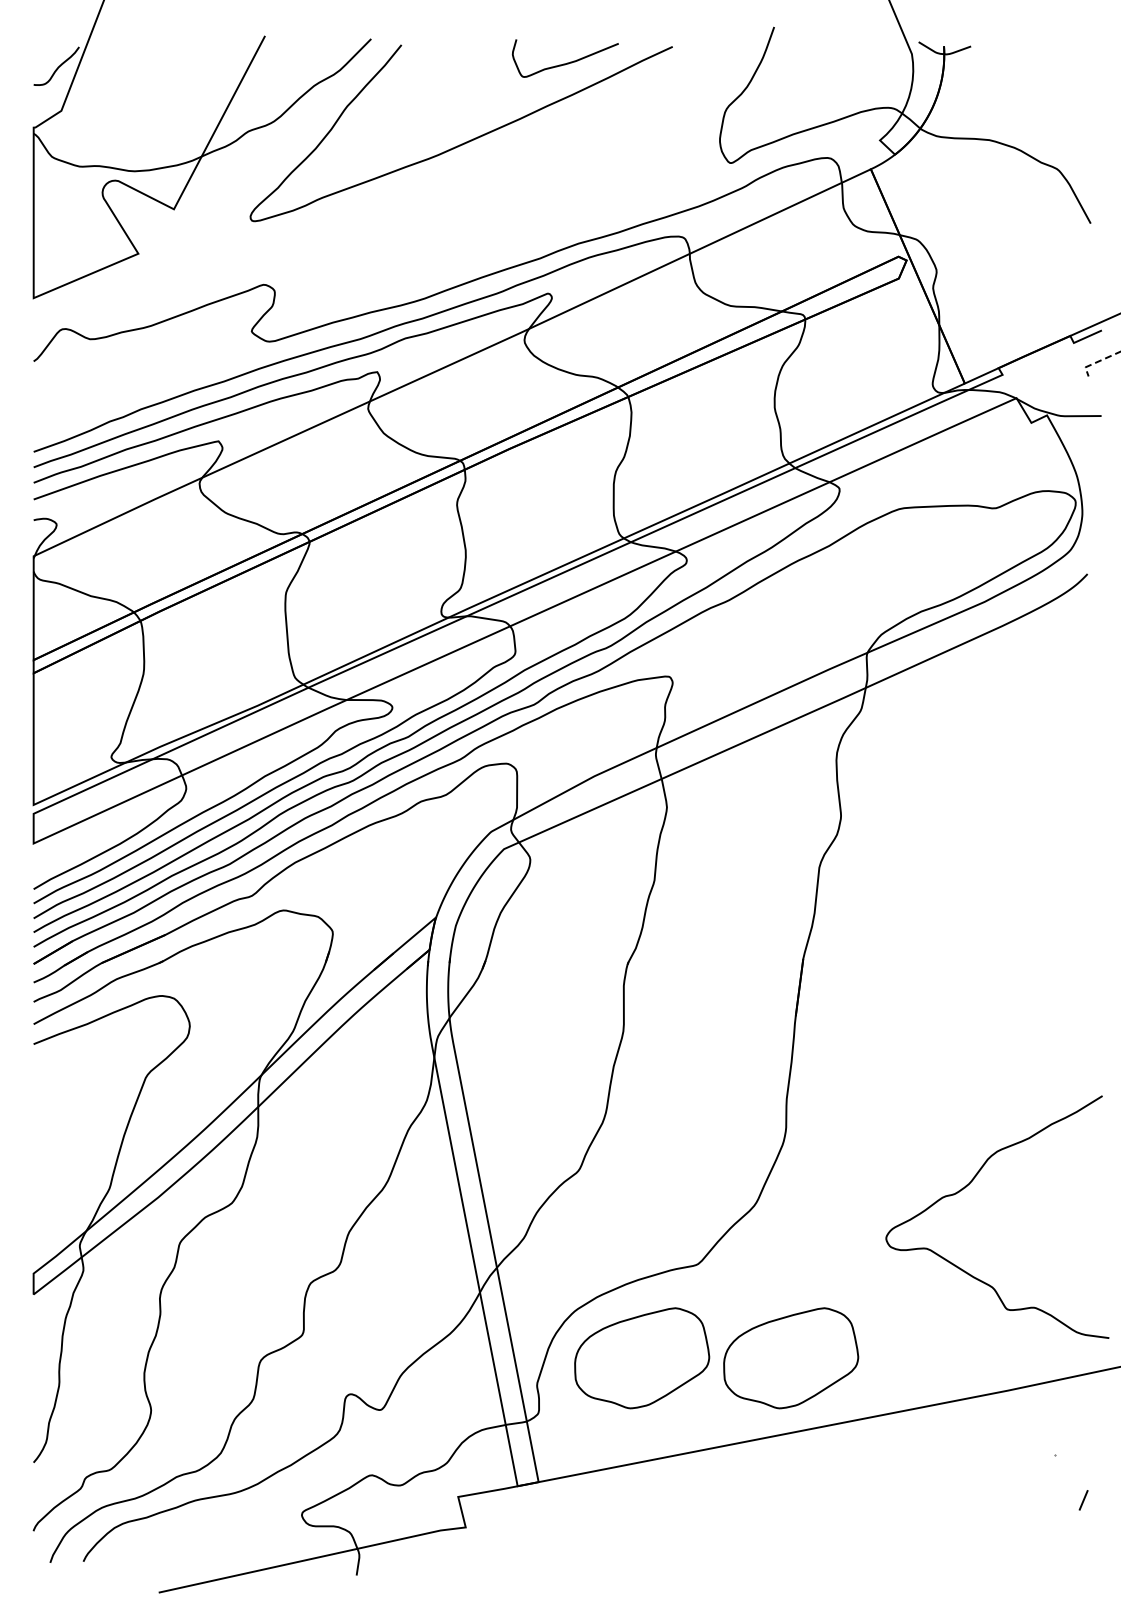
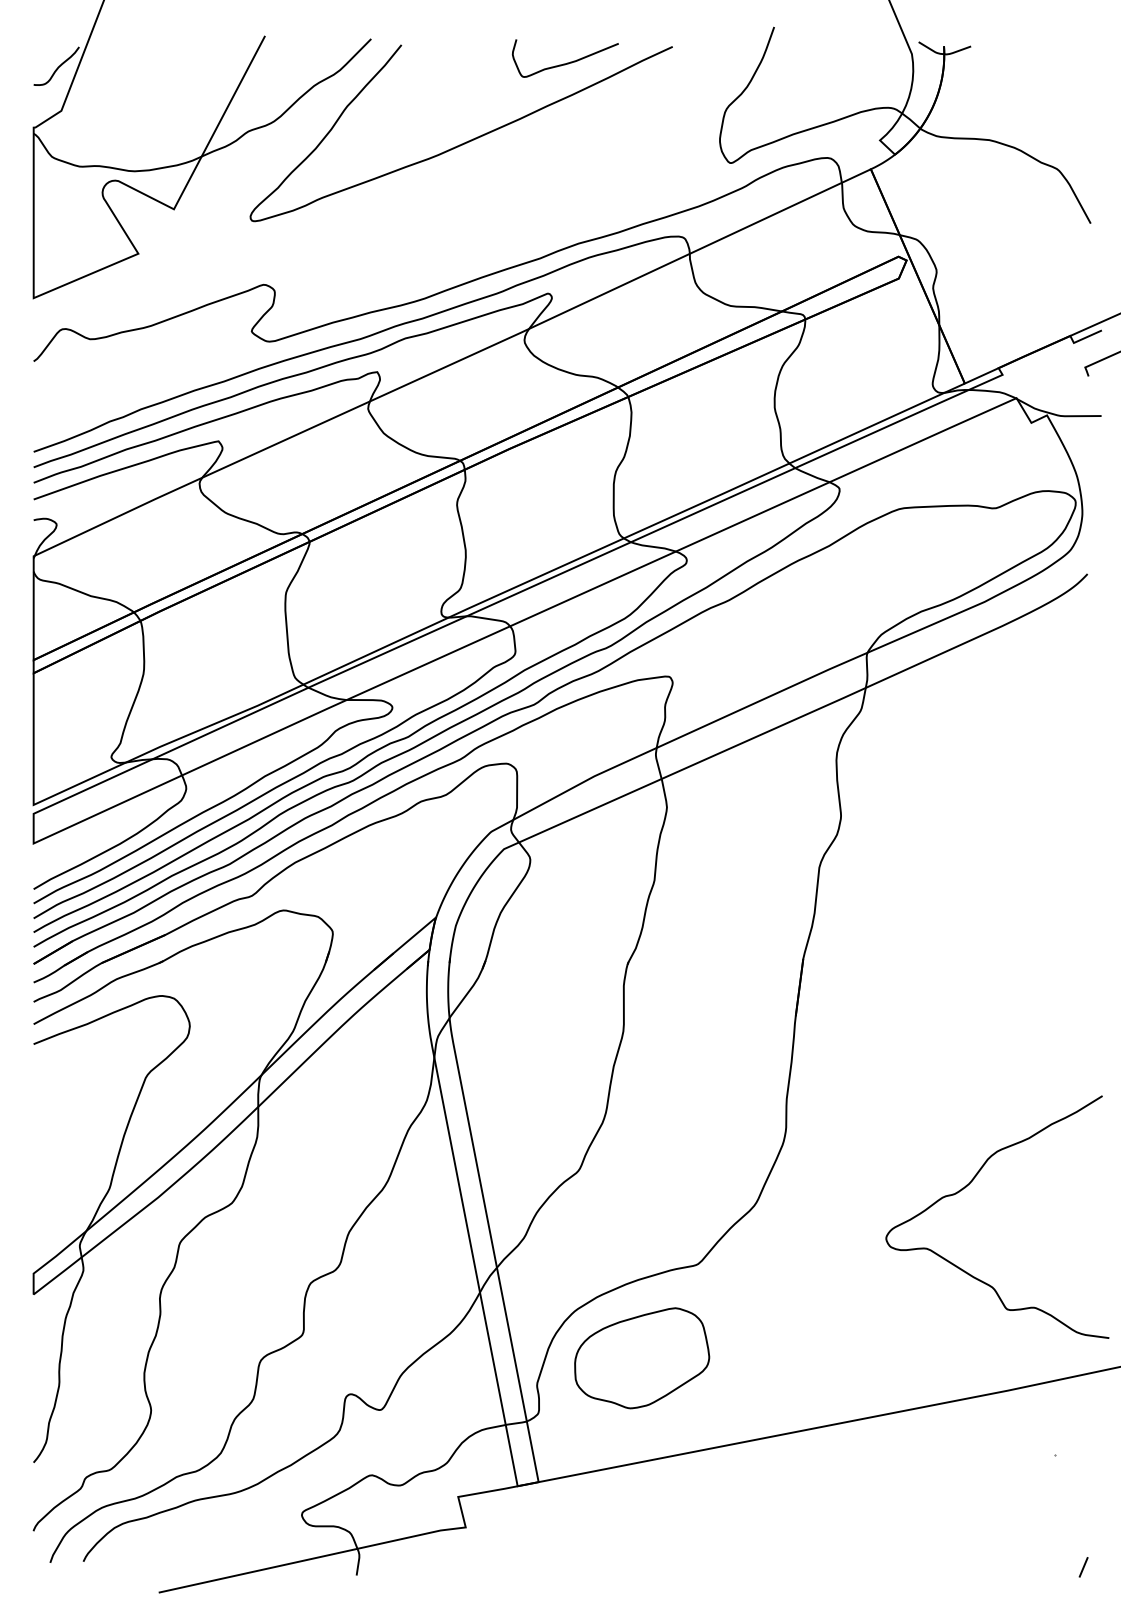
line at (1097, 362): dashed -> solid
part at (791, 1358): present -> none
line at (1083, 1500) position: (1083, 1500) -> (1083, 1567)
